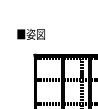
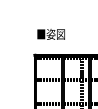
text at (30, 34) position: (30, 34) -> (50, 34)
